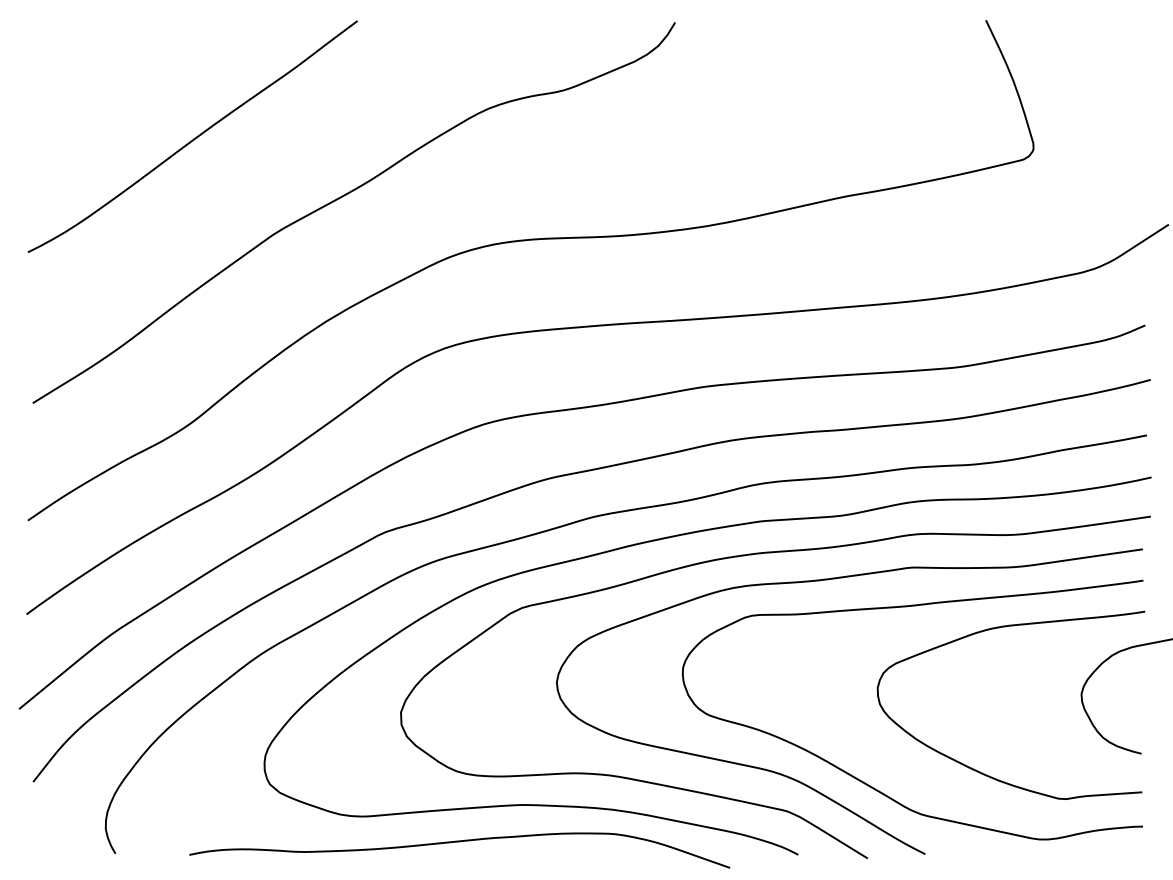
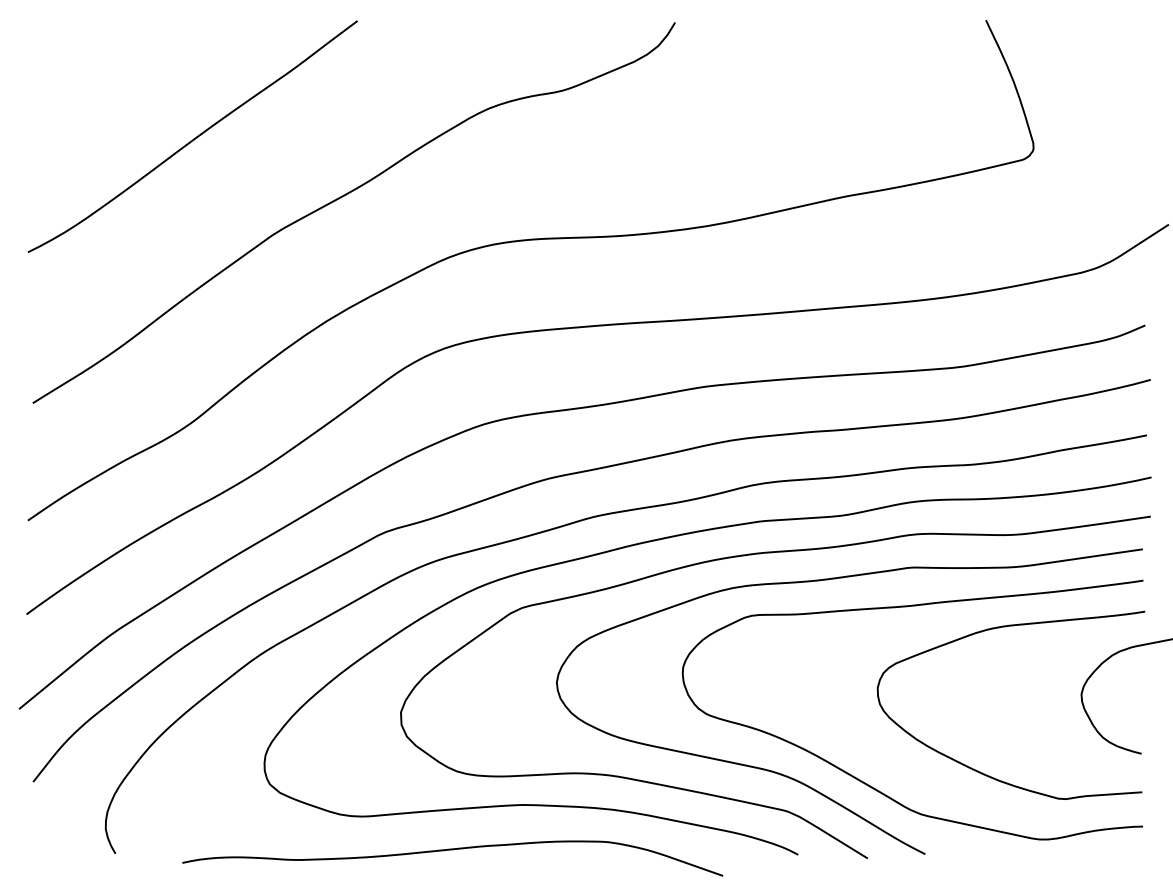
curve at (459, 842) position: (459, 842) -> (452, 850)
